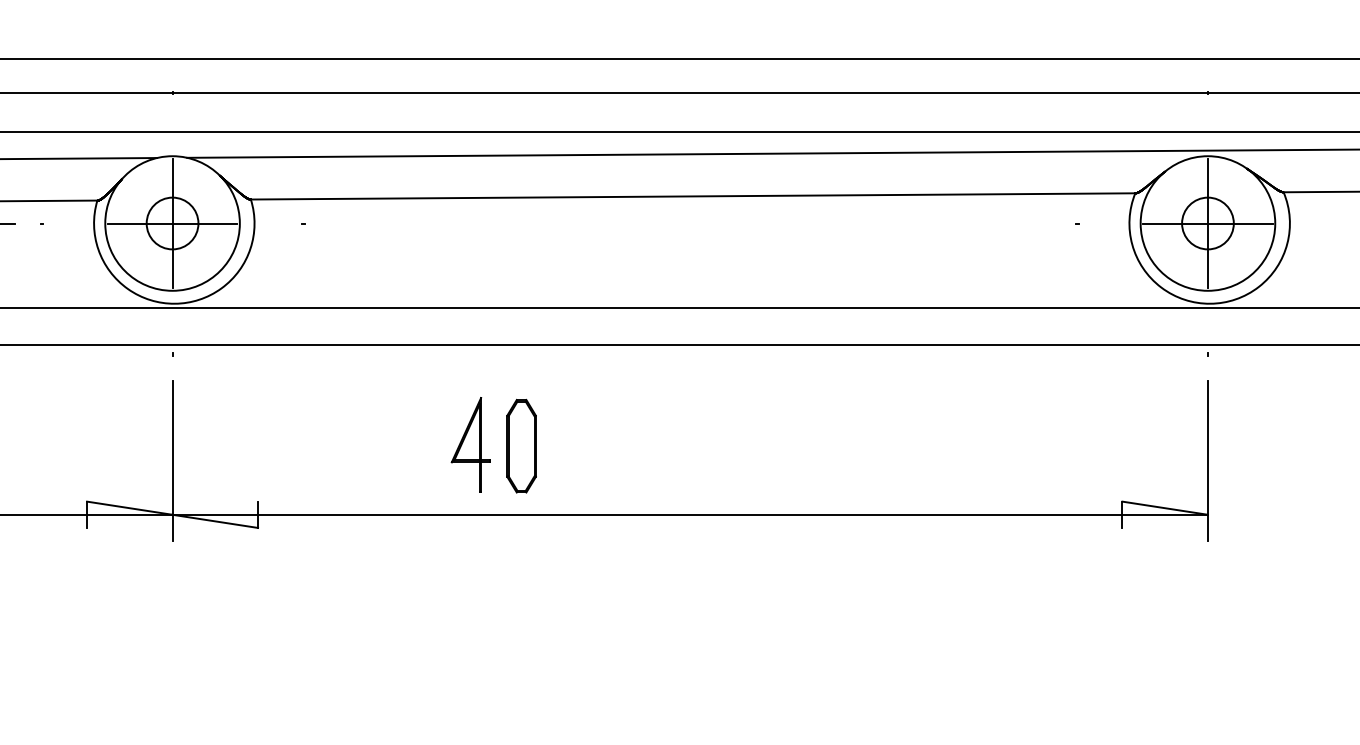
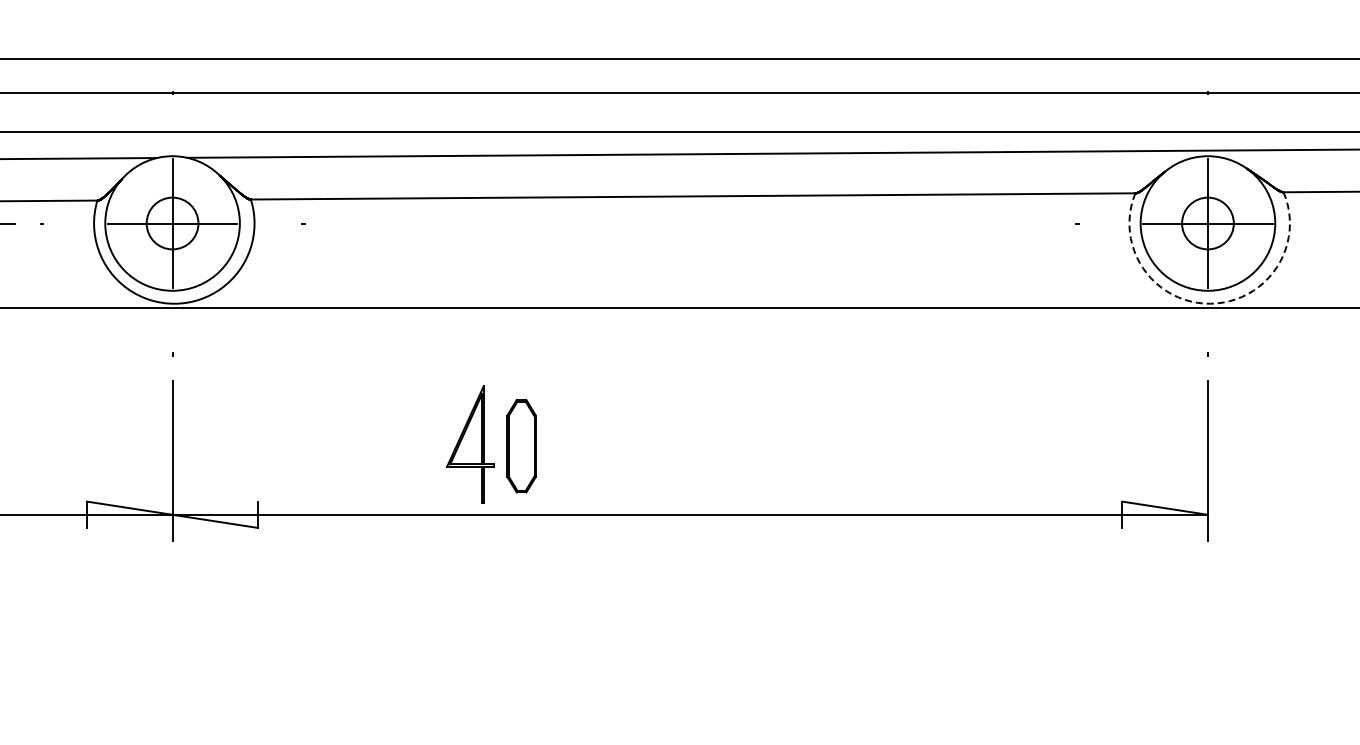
arc at (1210, 303): solid -> dashed
line at (679, 344): present -> none
part at (470, 444) size: 41x96 px -> 49x119 px
